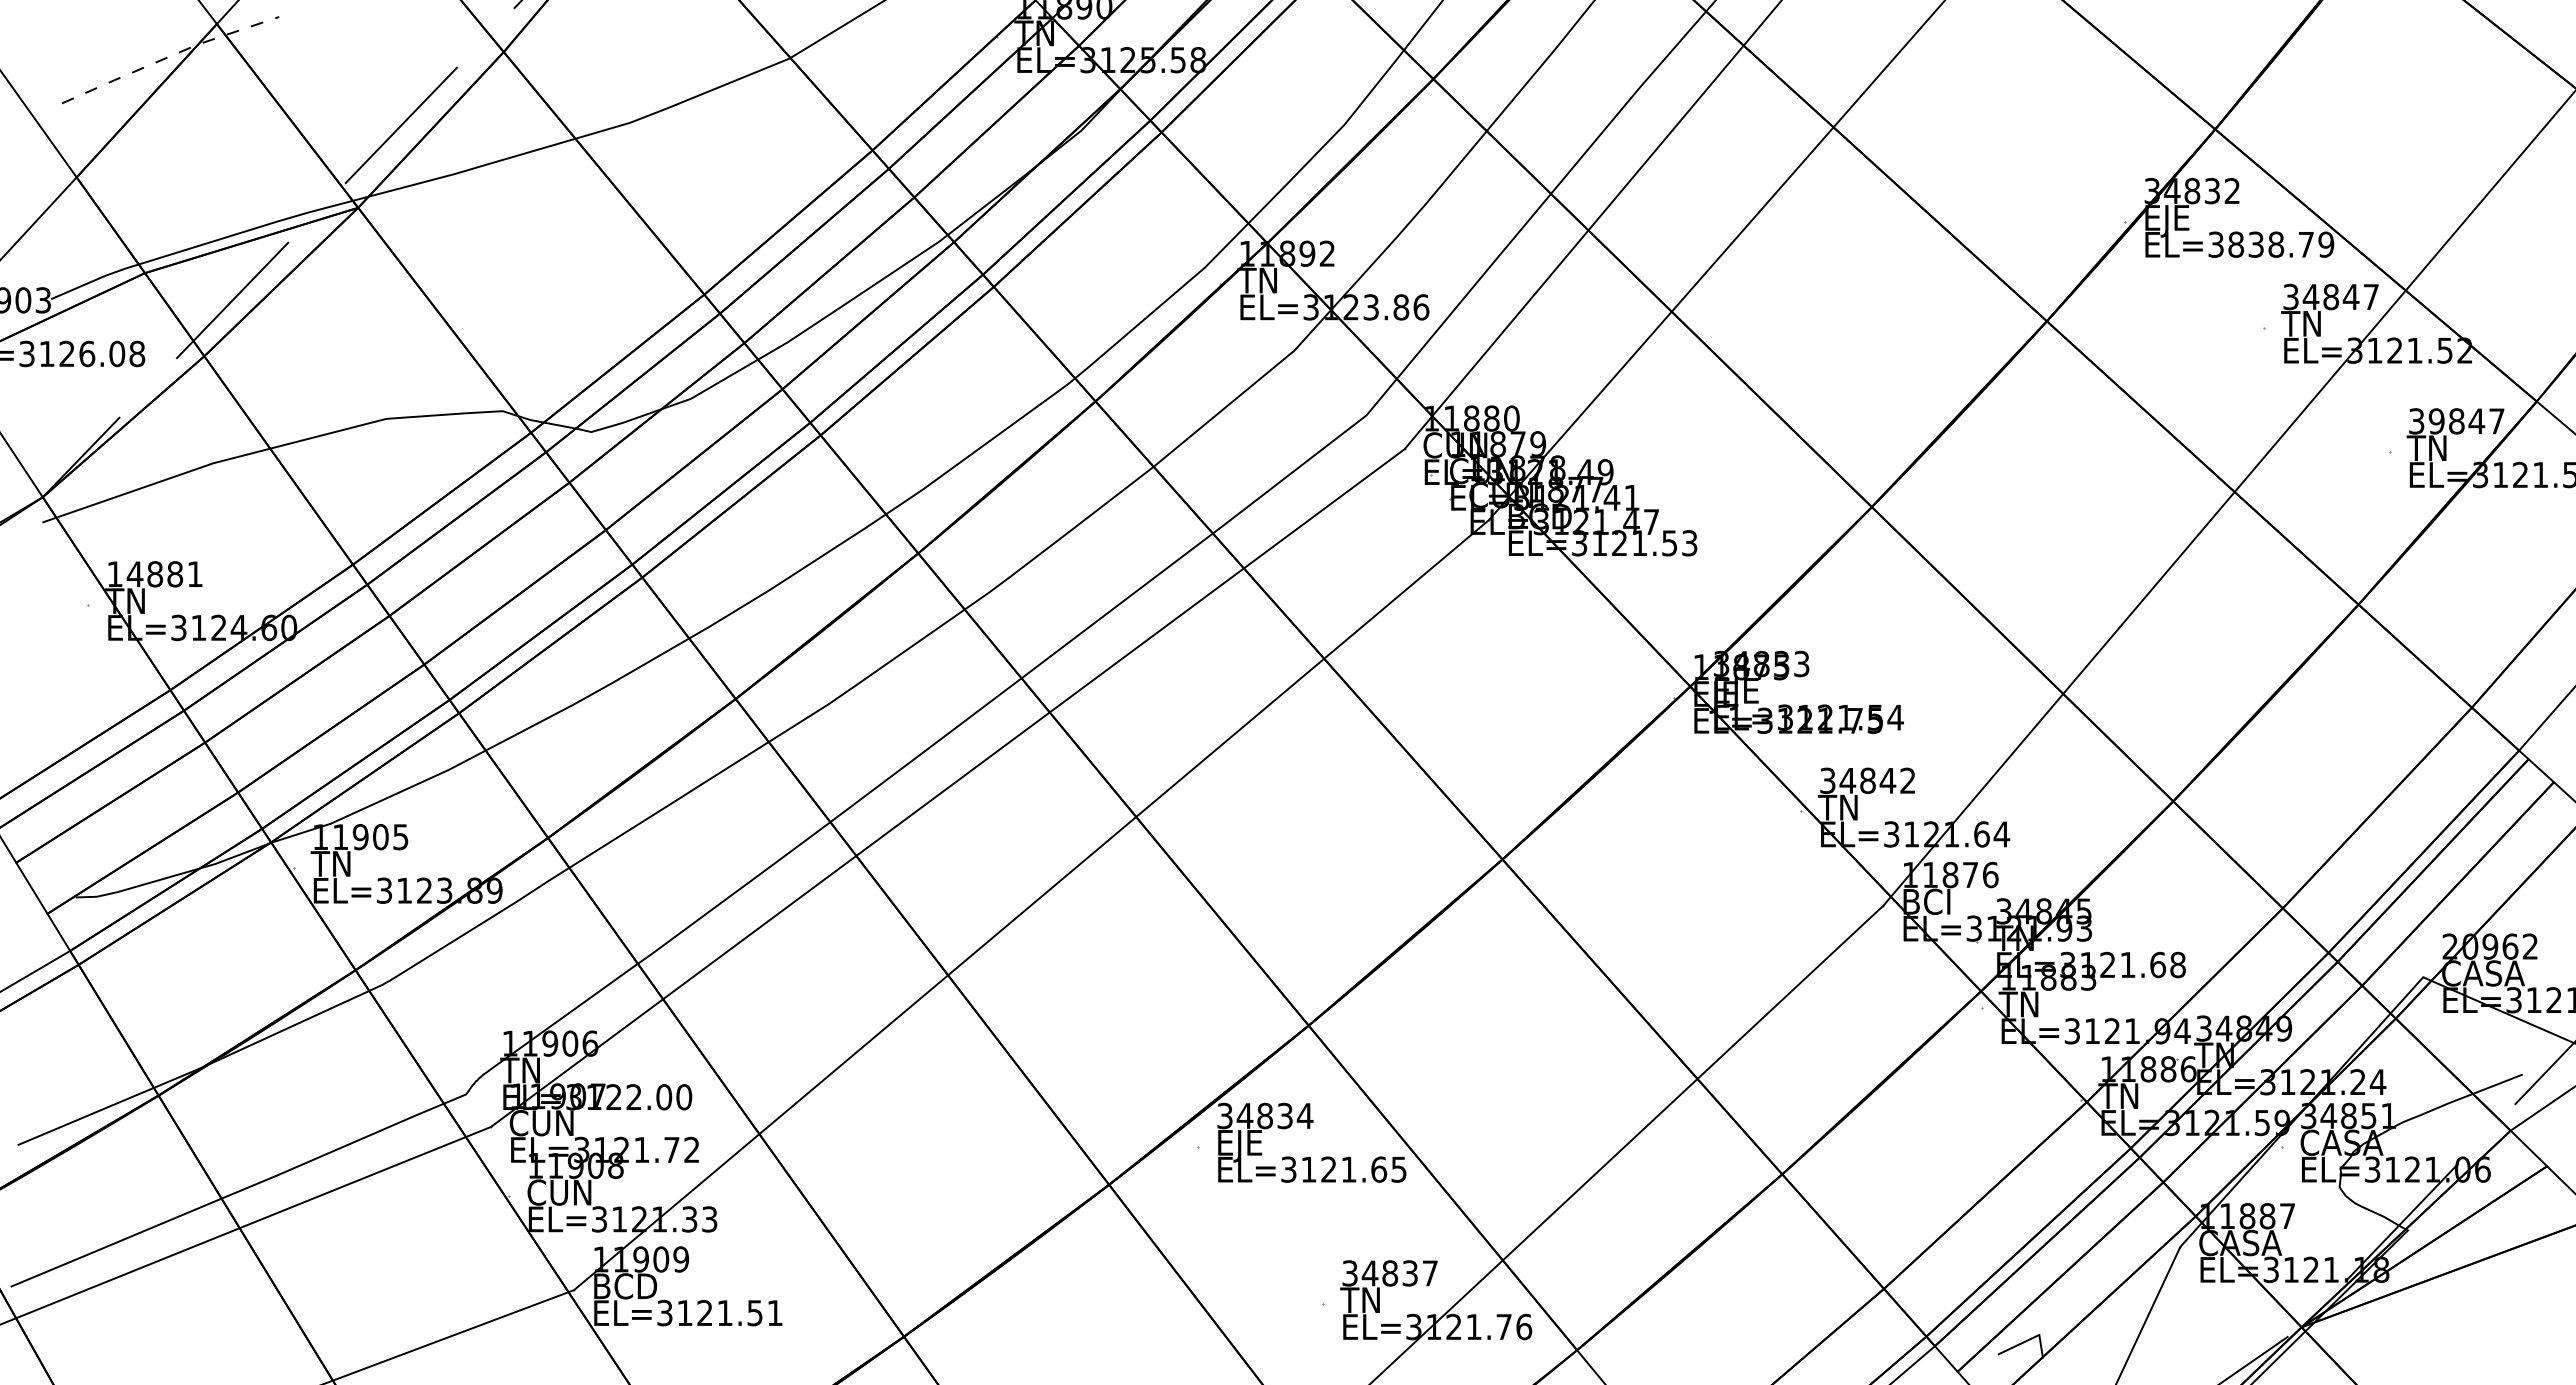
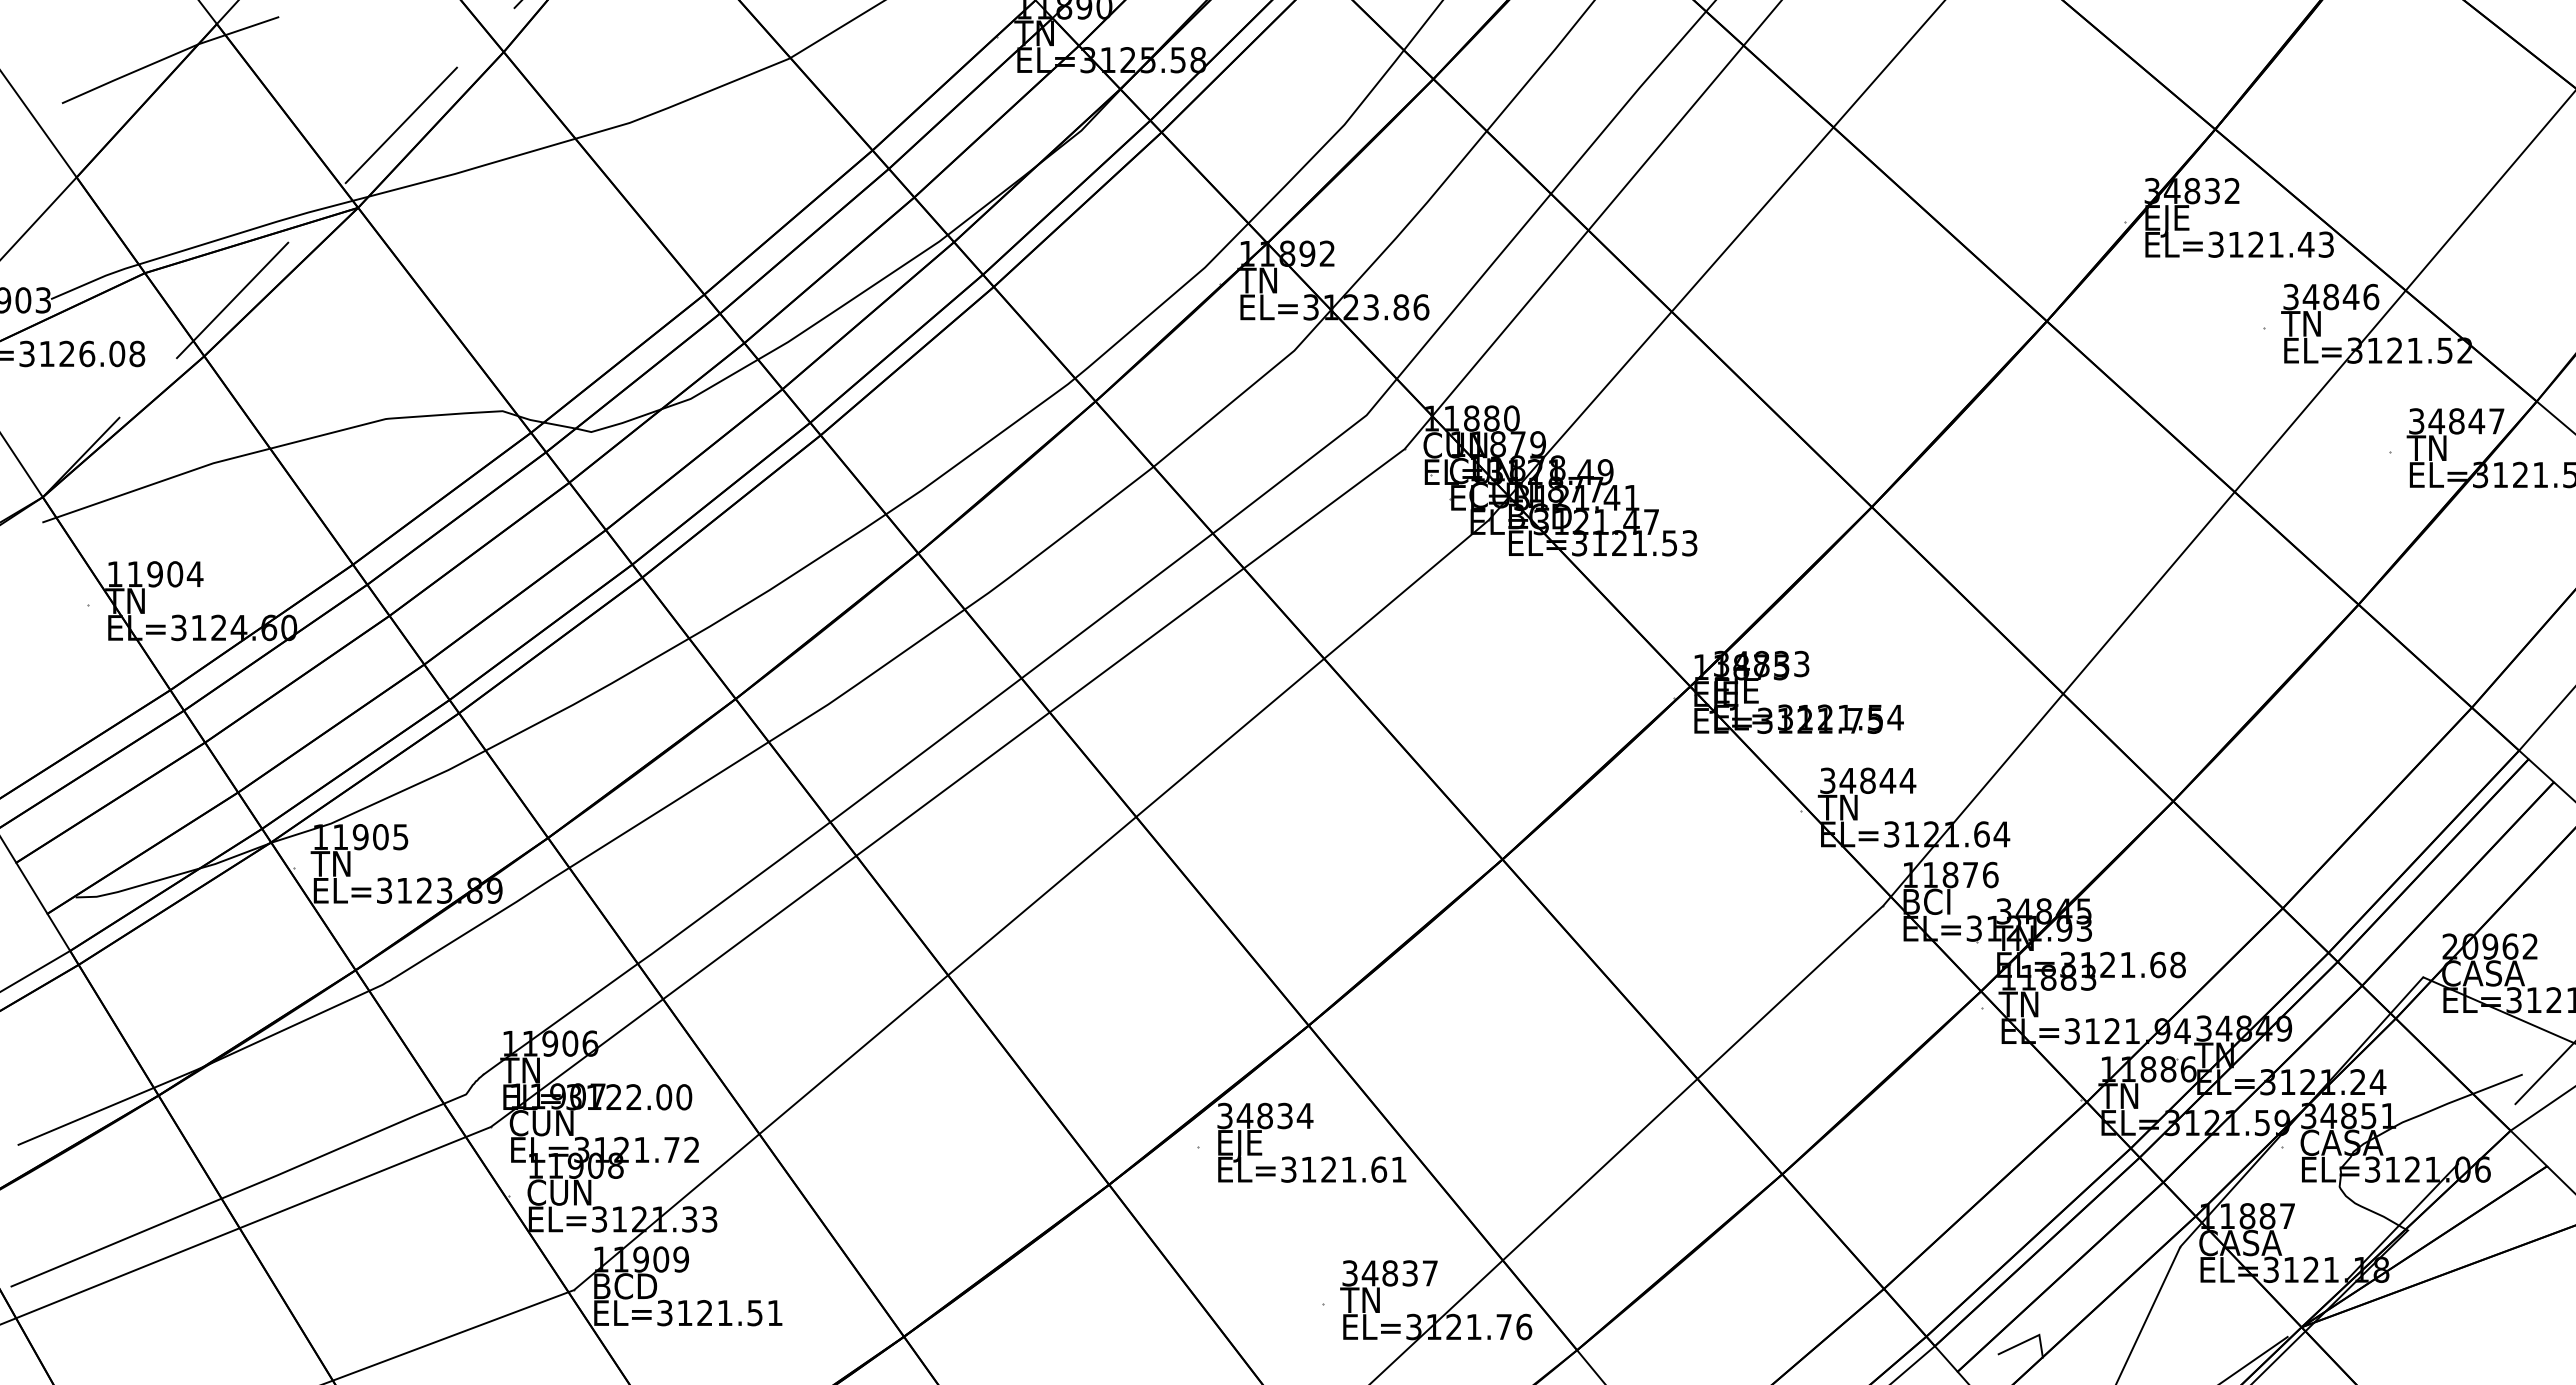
line at (169, 56): dashed -> solid
text at (2281, 244): EL=3838.79 -> EL=3121.43
text at (2371, 296): 34847 -> 34846
text at (2436, 421): 39847 -> 34847
text at (164, 574): 14881 -> 11904
text at (1907, 780): 34842 -> 34844
text at (1398, 1169): EL=3121.65 -> EL=3121.61
